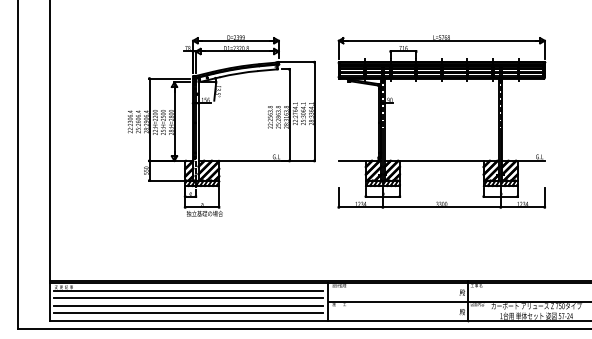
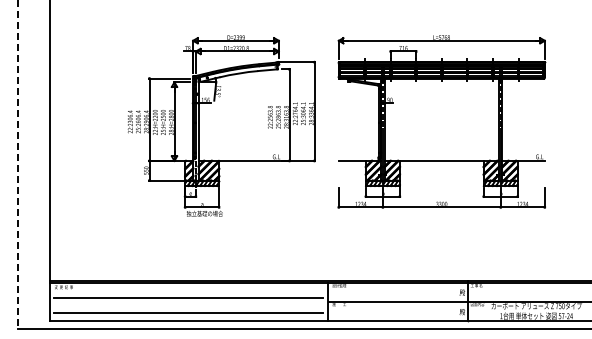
line at (17, 164): solid -> dashed
line at (188, 290): present -> none
line at (188, 305): present -> none
